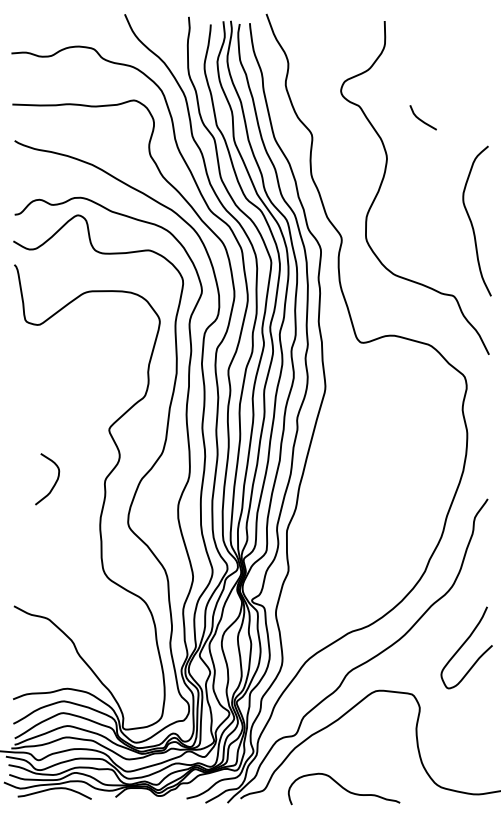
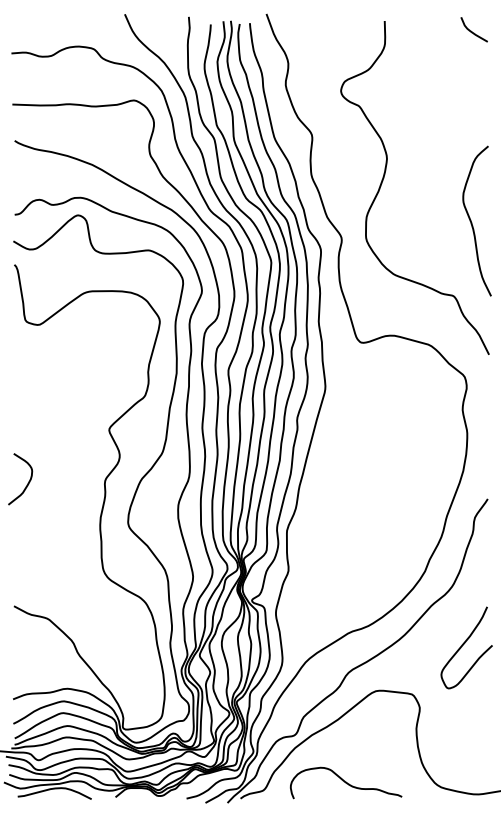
curve at (420, 118) position: (420, 118) -> (471, 30)
curve at (54, 483) position: (54, 483) -> (27, 483)
curve at (343, 788) position: (343, 788) -> (345, 782)
